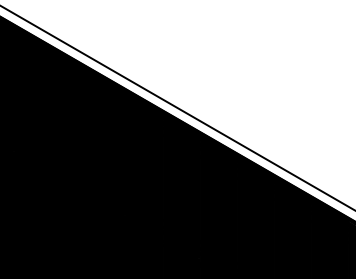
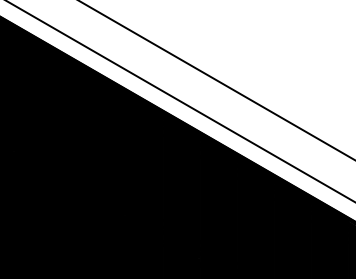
line at (216, 80): none -> present
line at (177, 108) position: (177, 108) -> (180, 101)
